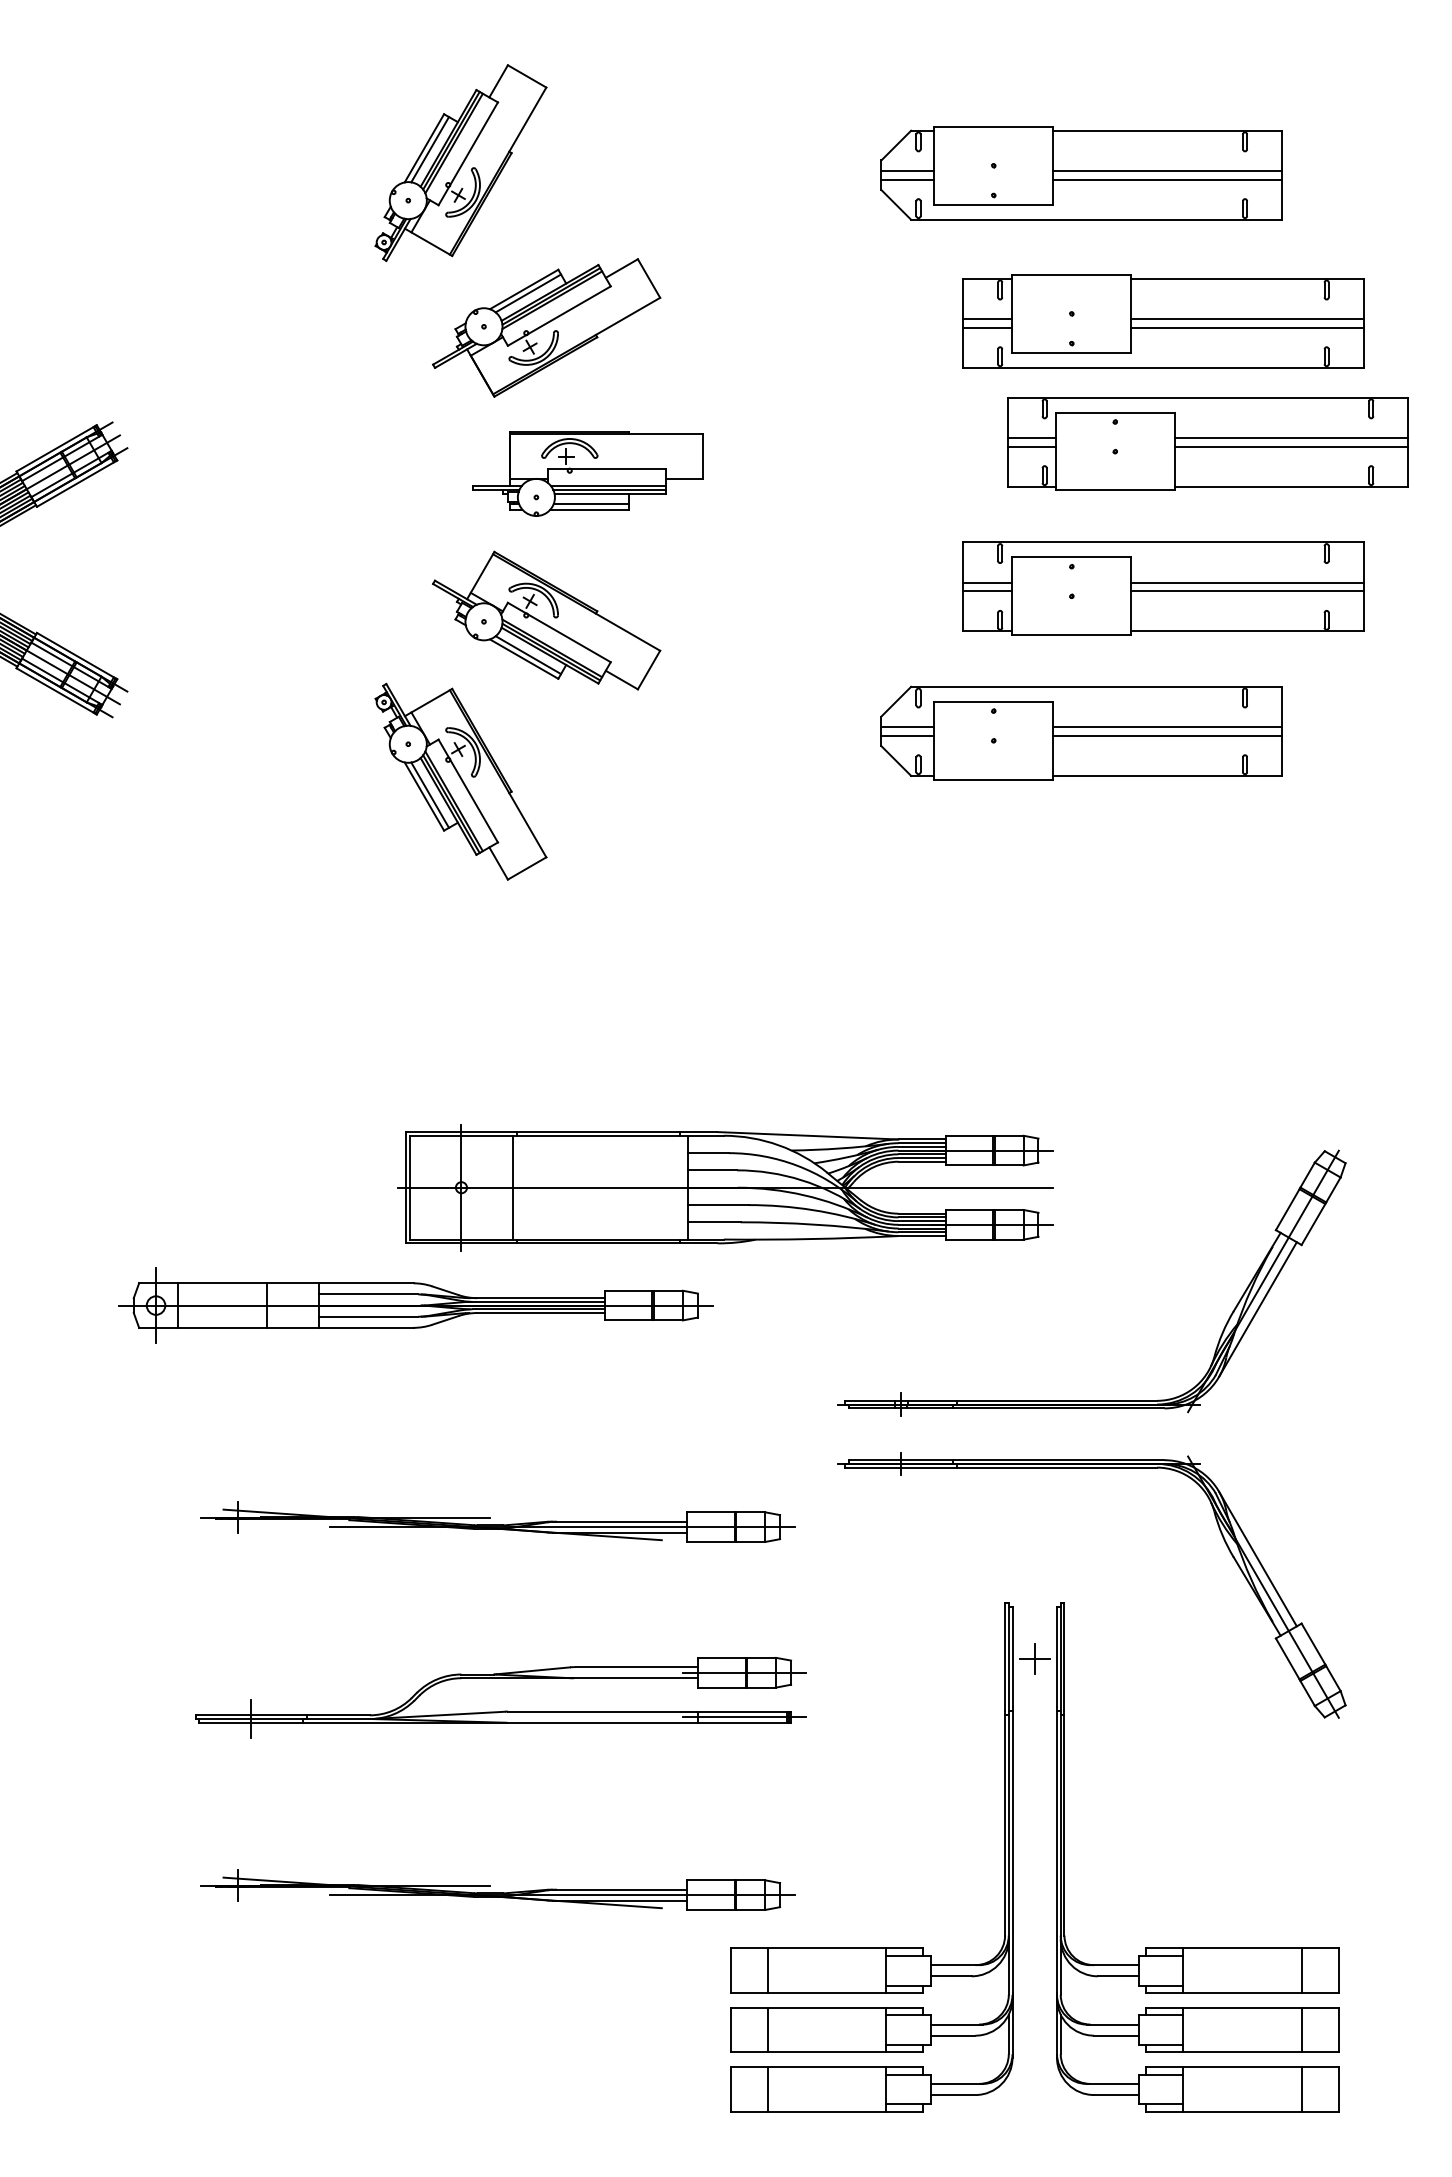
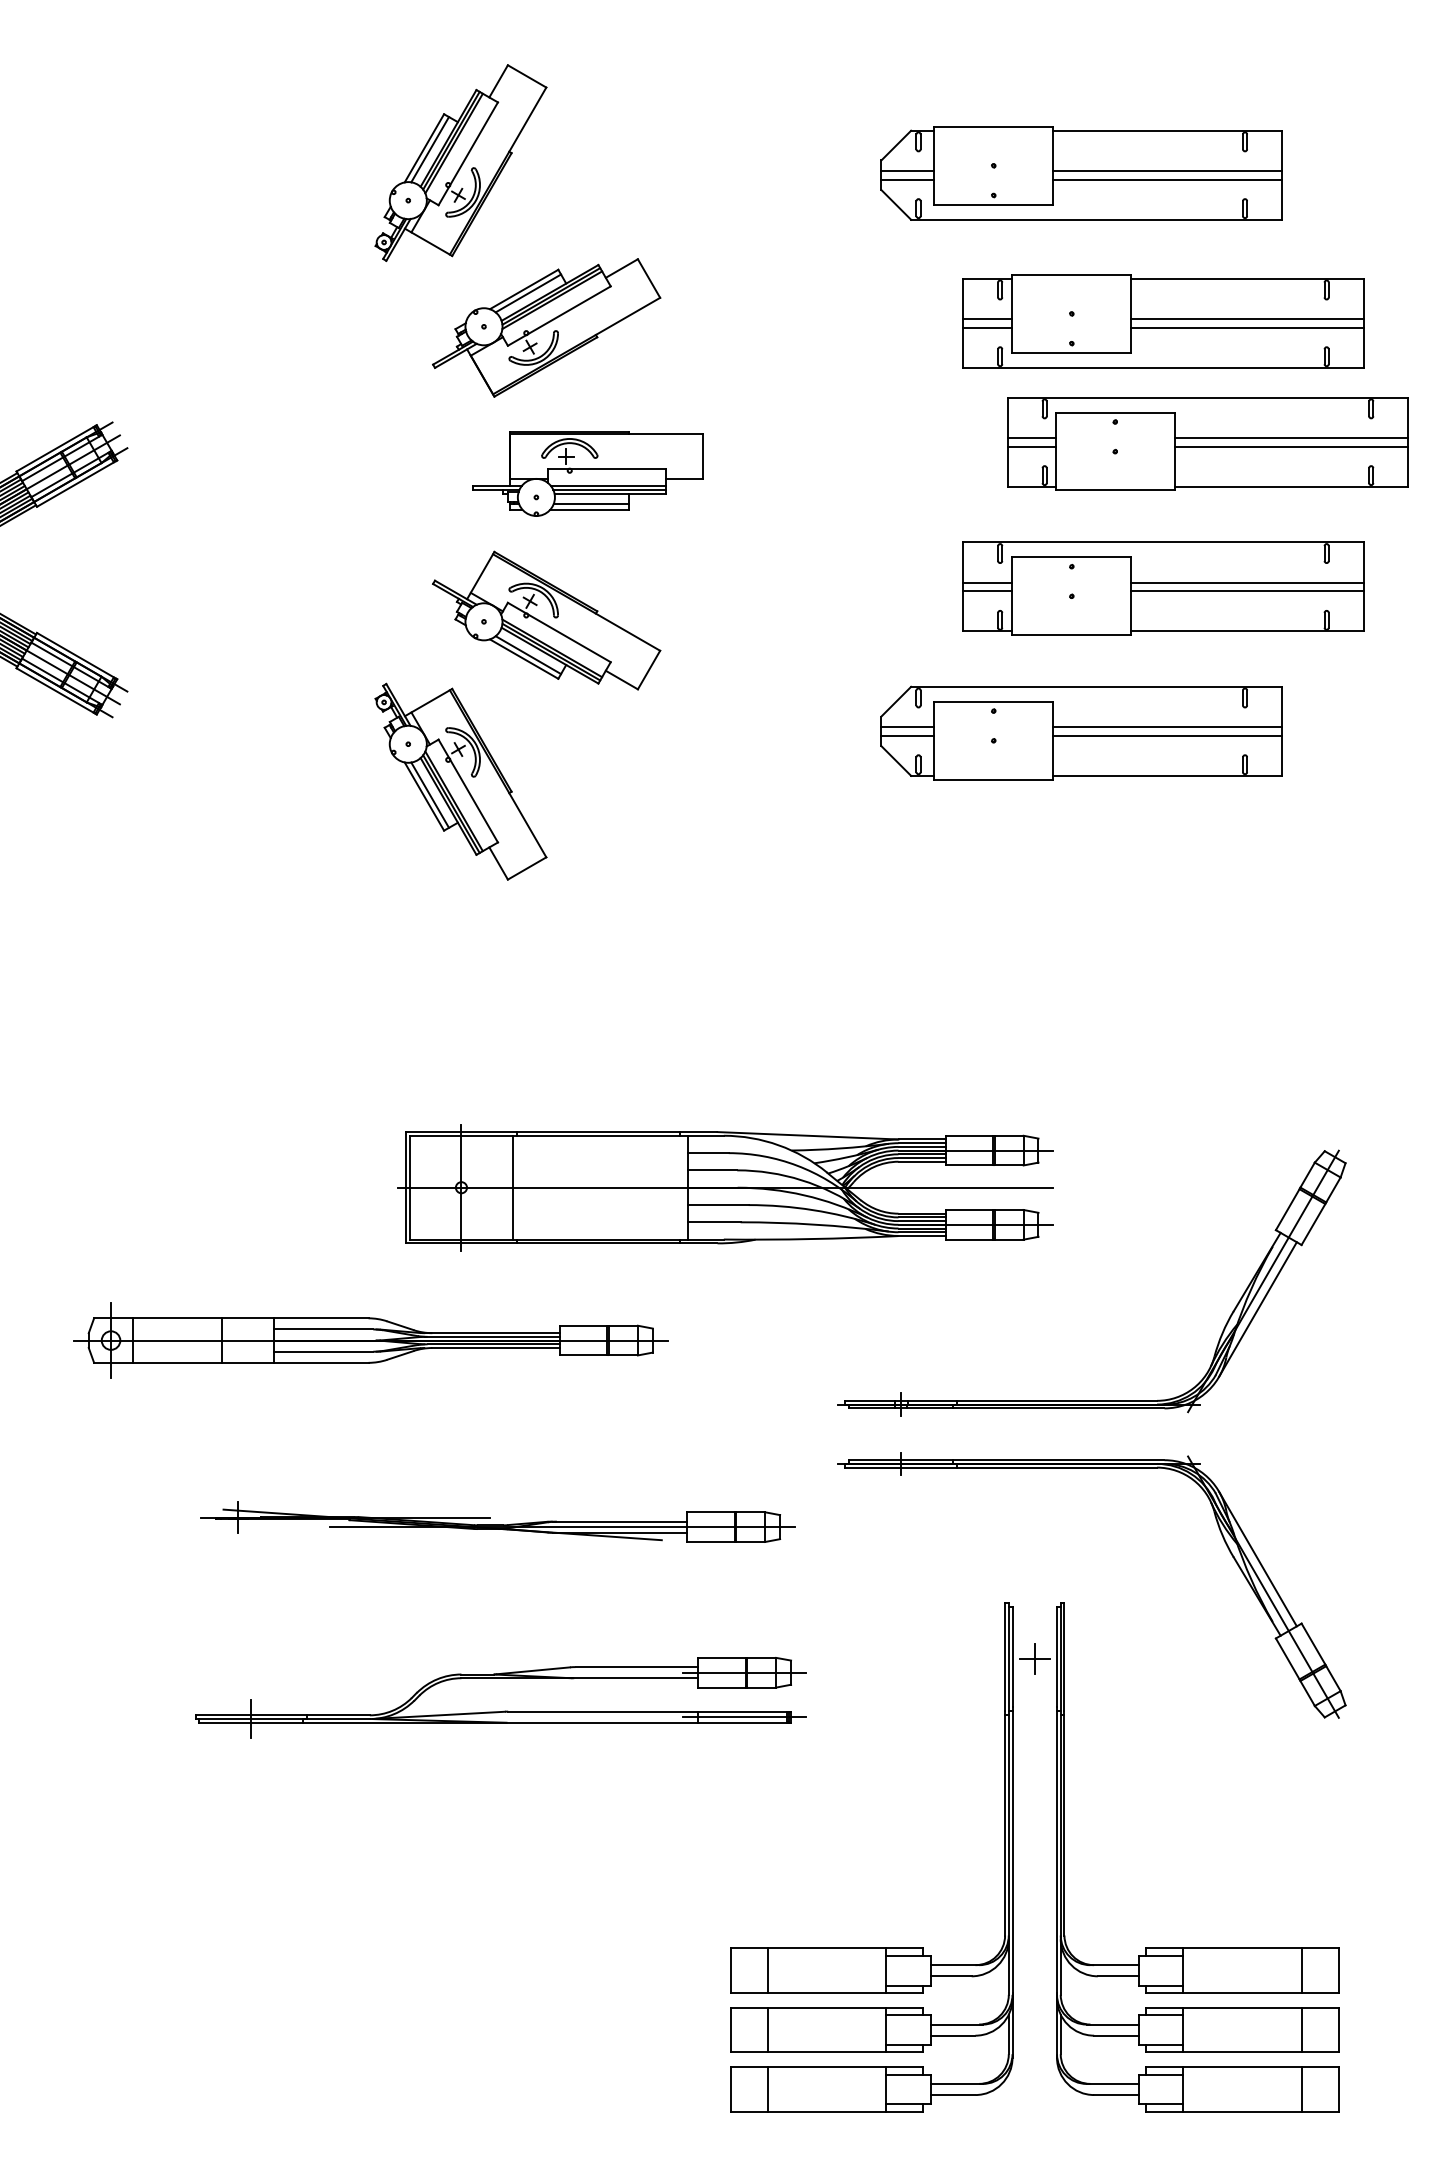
part at (415, 1305) position: (415, 1305) -> (370, 1340)
part at (497, 1889): present -> none
